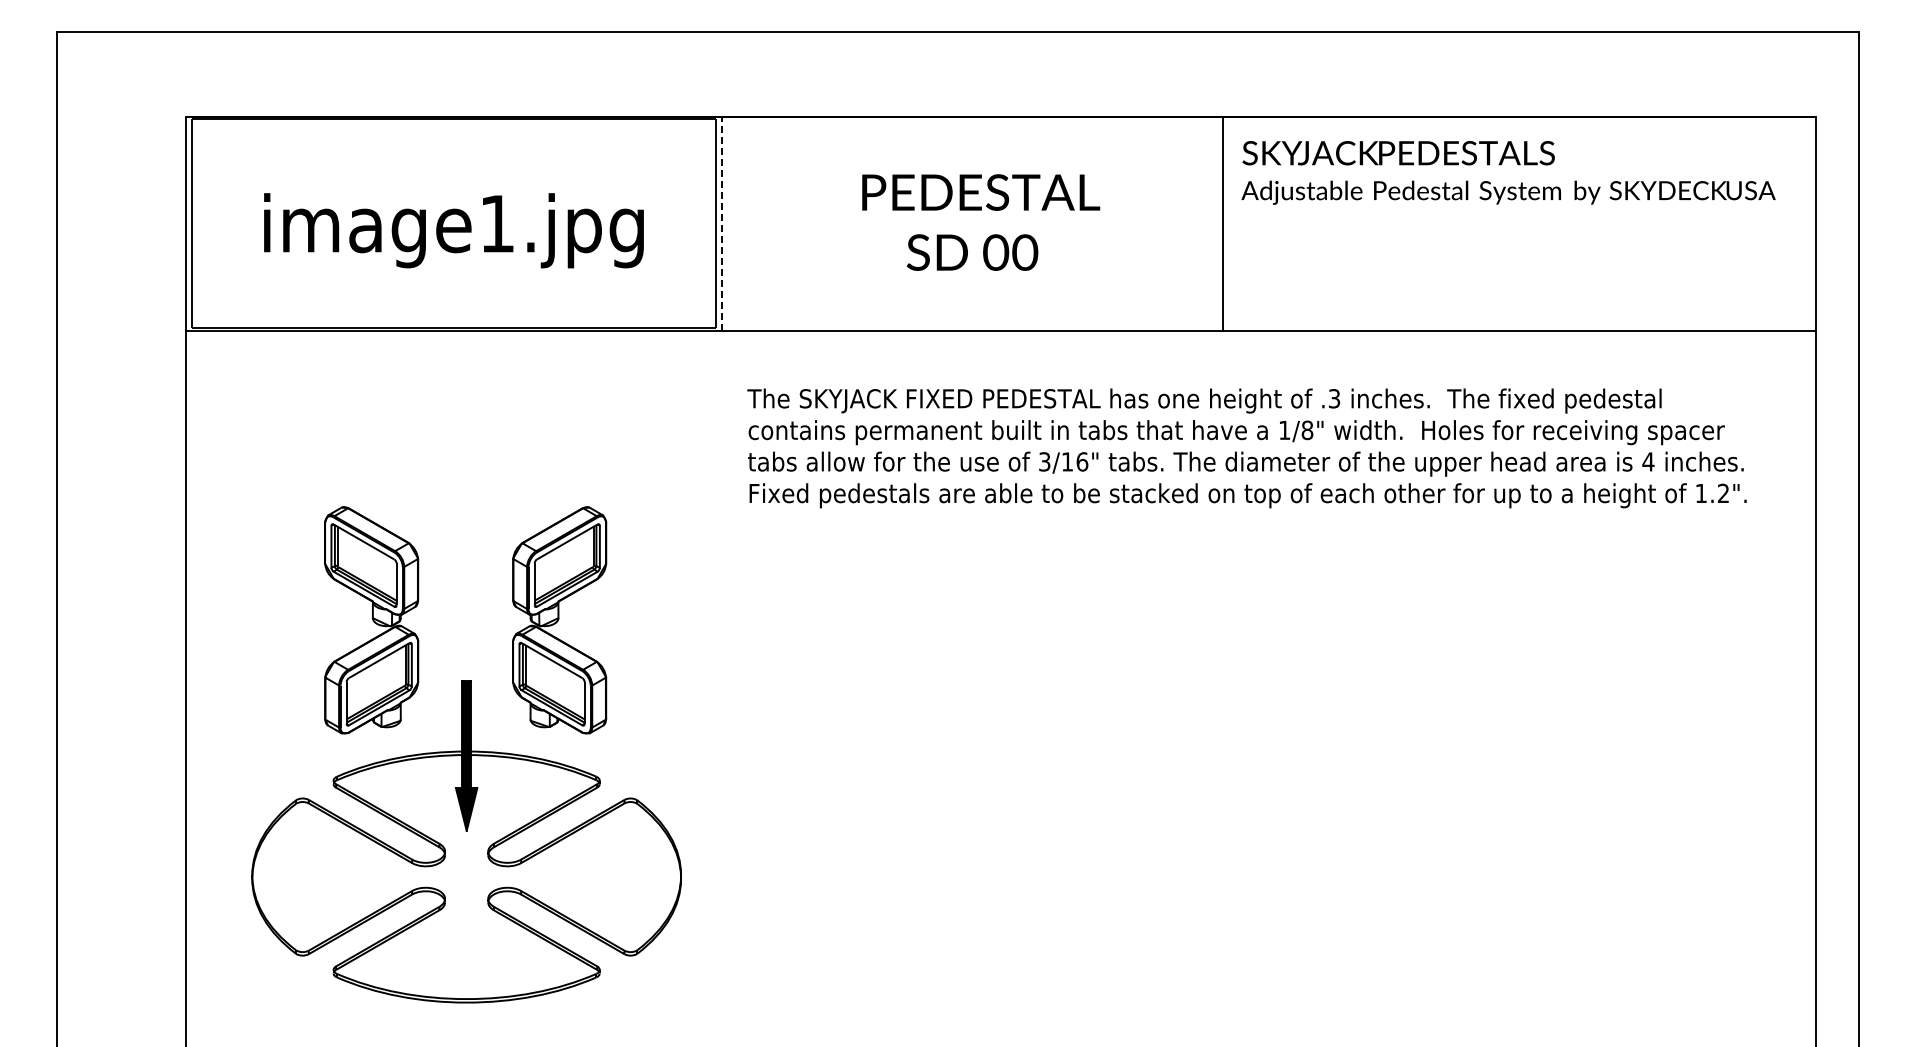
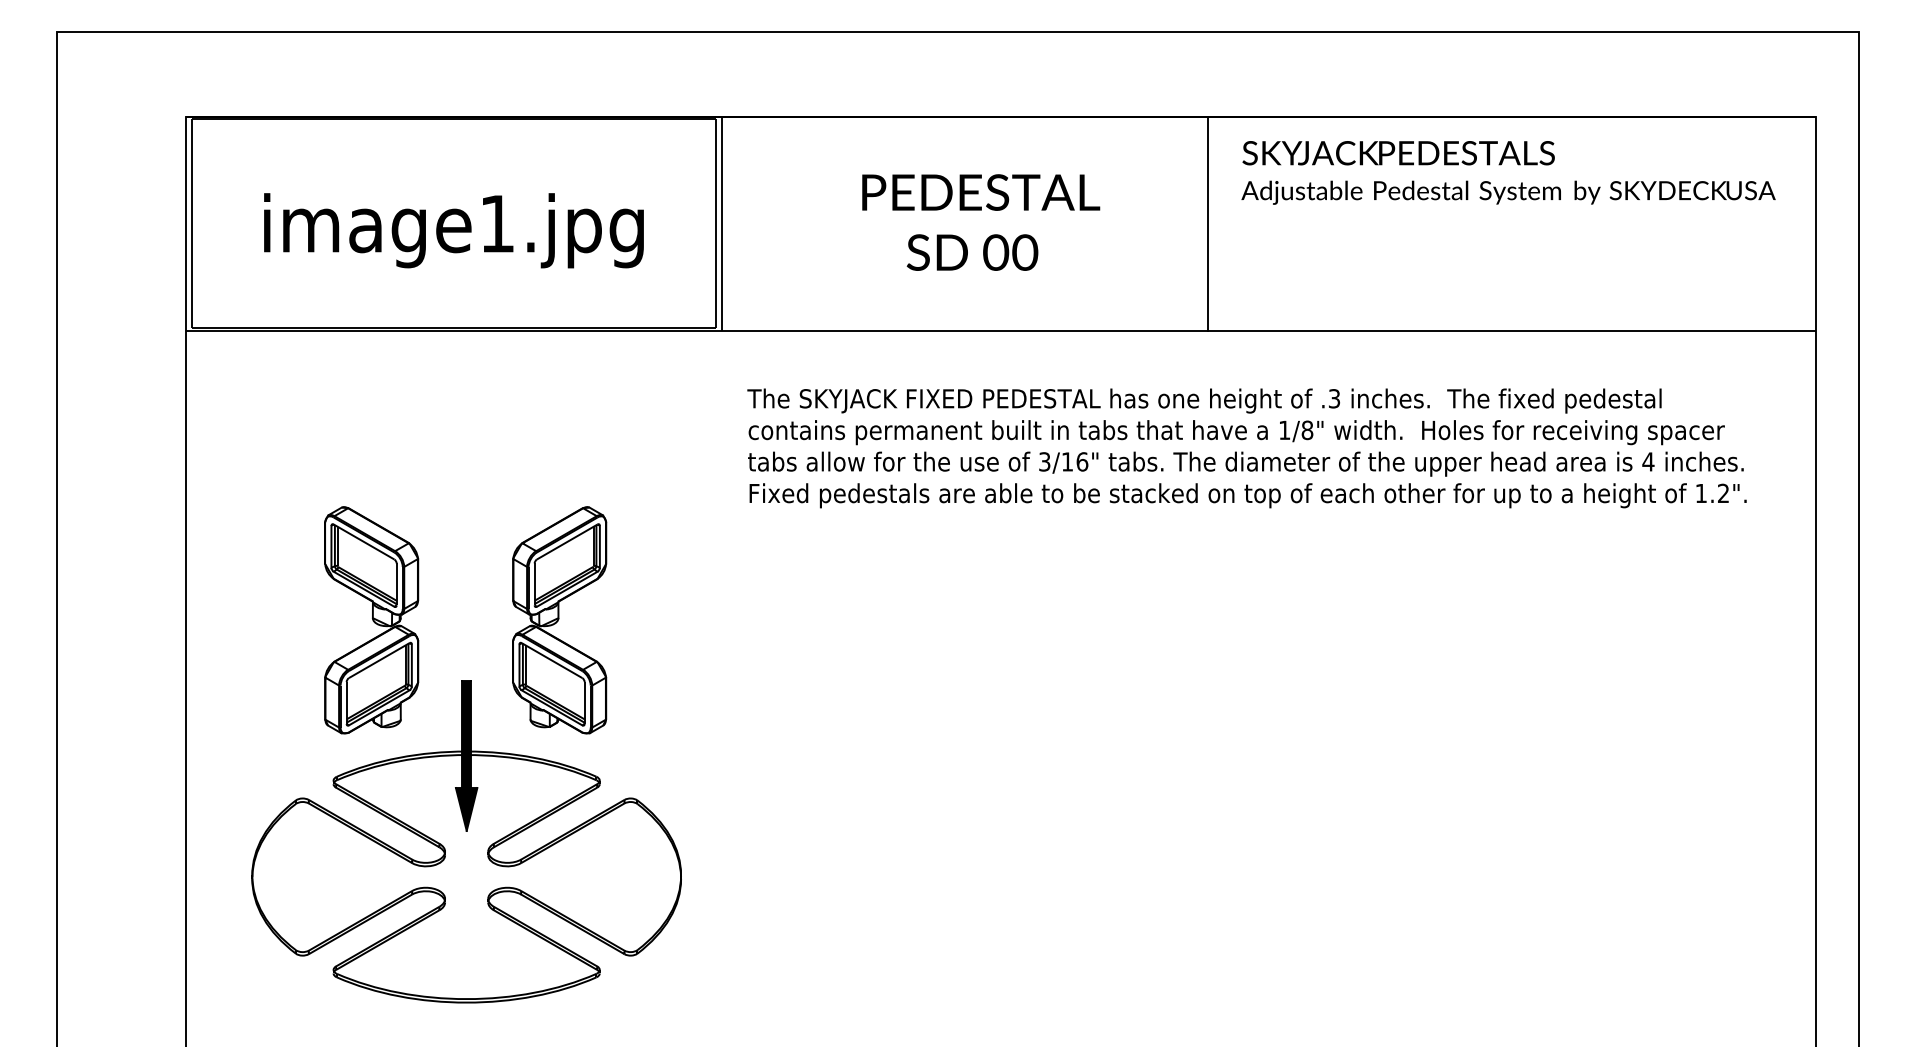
line at (722, 224): dashed -> solid
line at (1223, 224) position: (1223, 224) -> (1208, 224)
